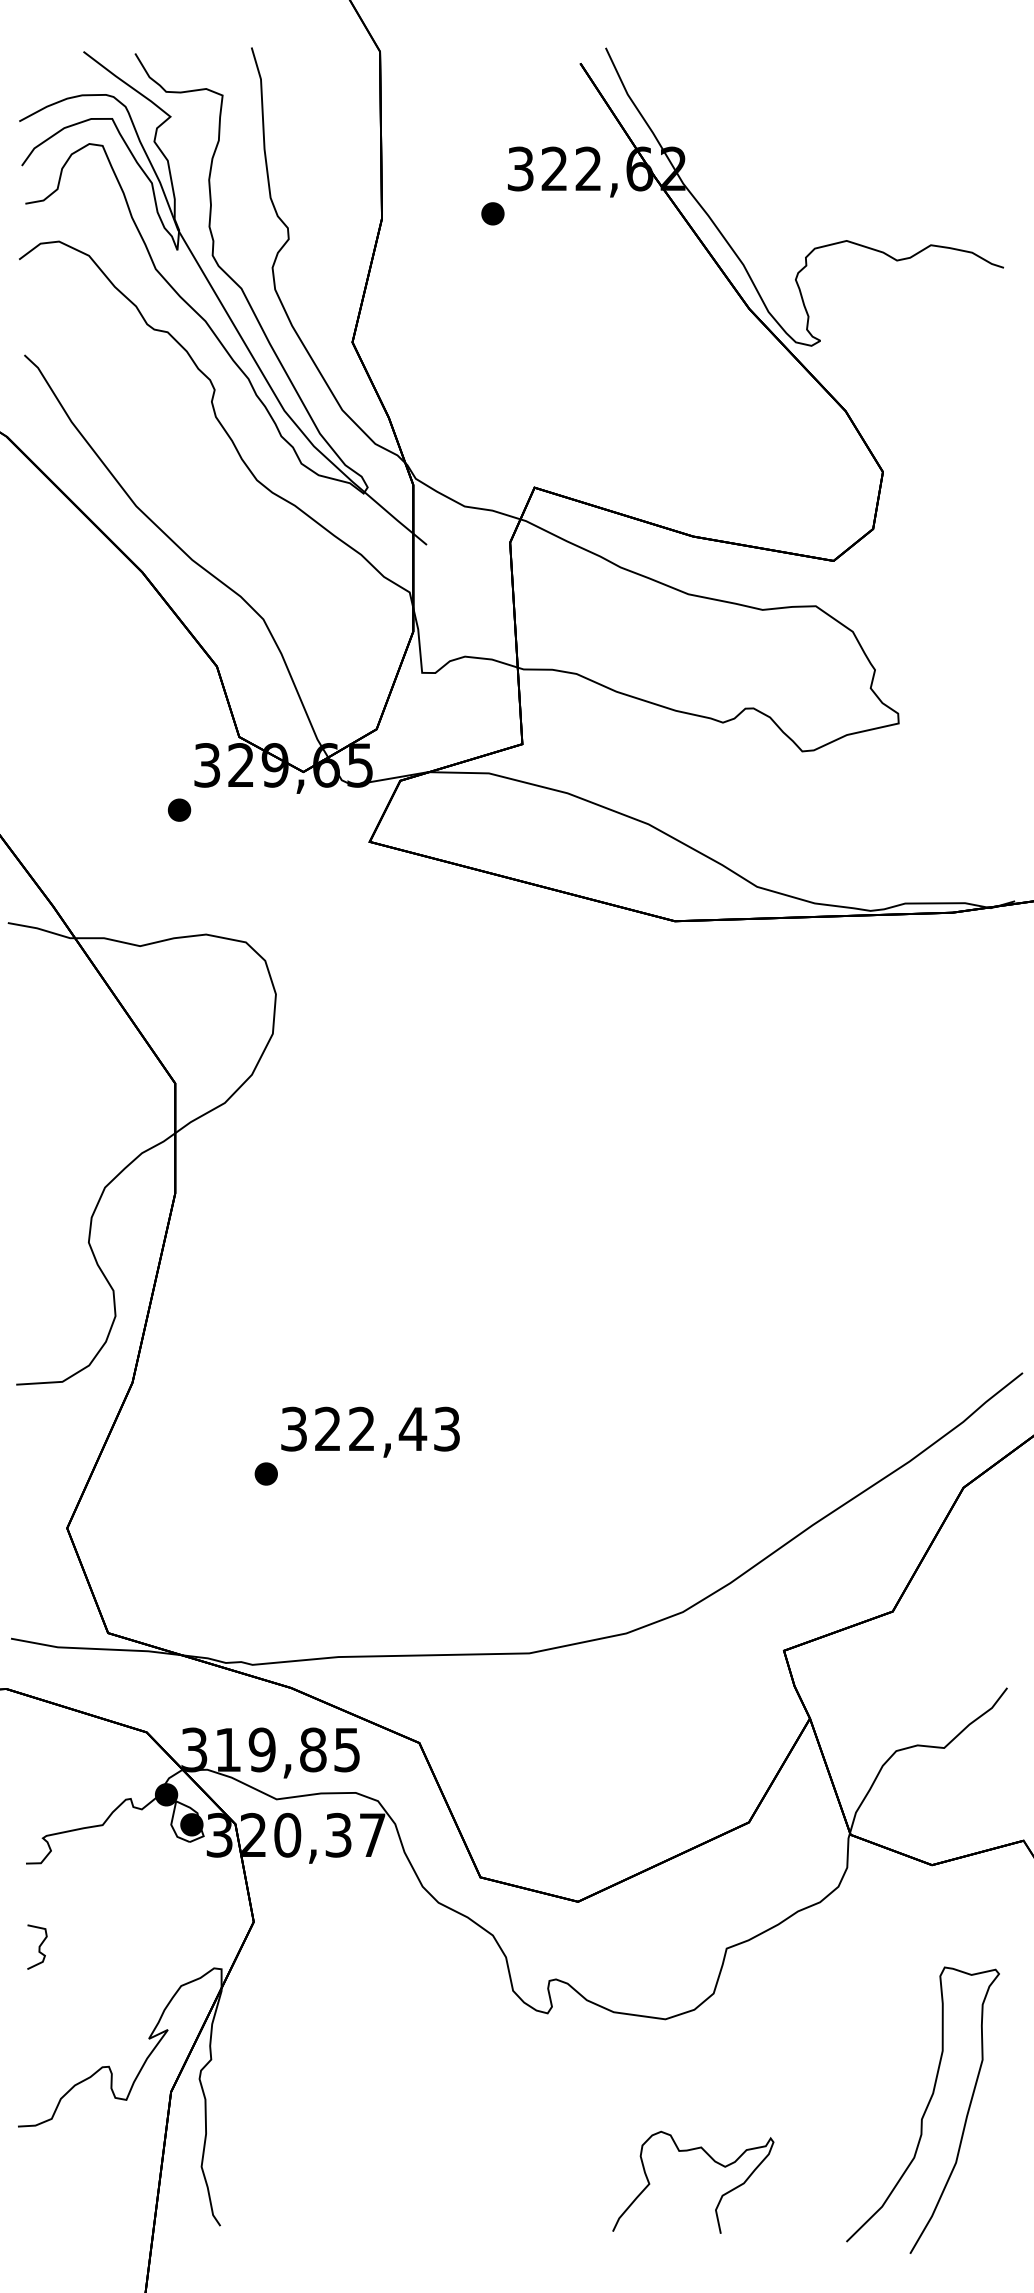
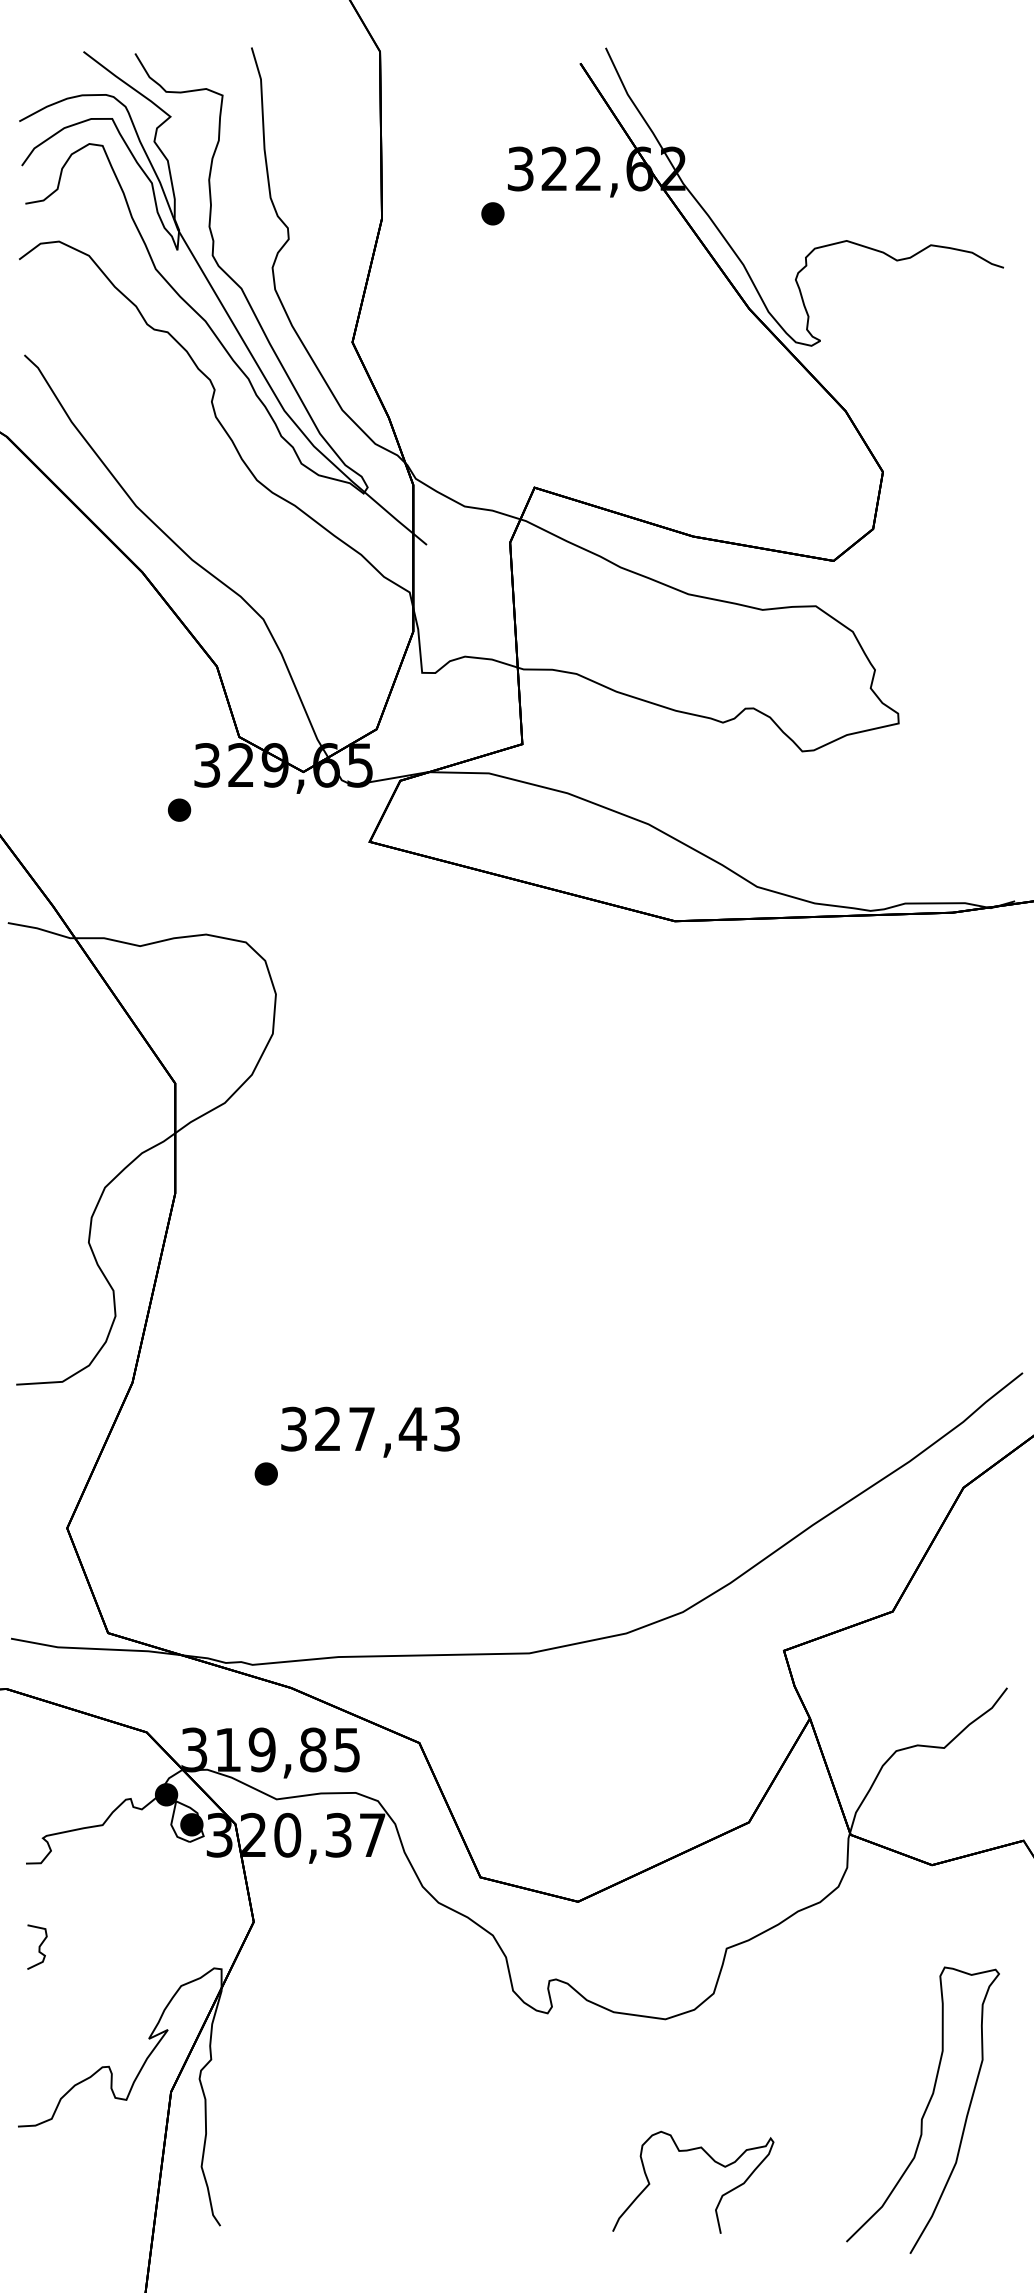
text at (361, 1428): 322,43 -> 327,43
